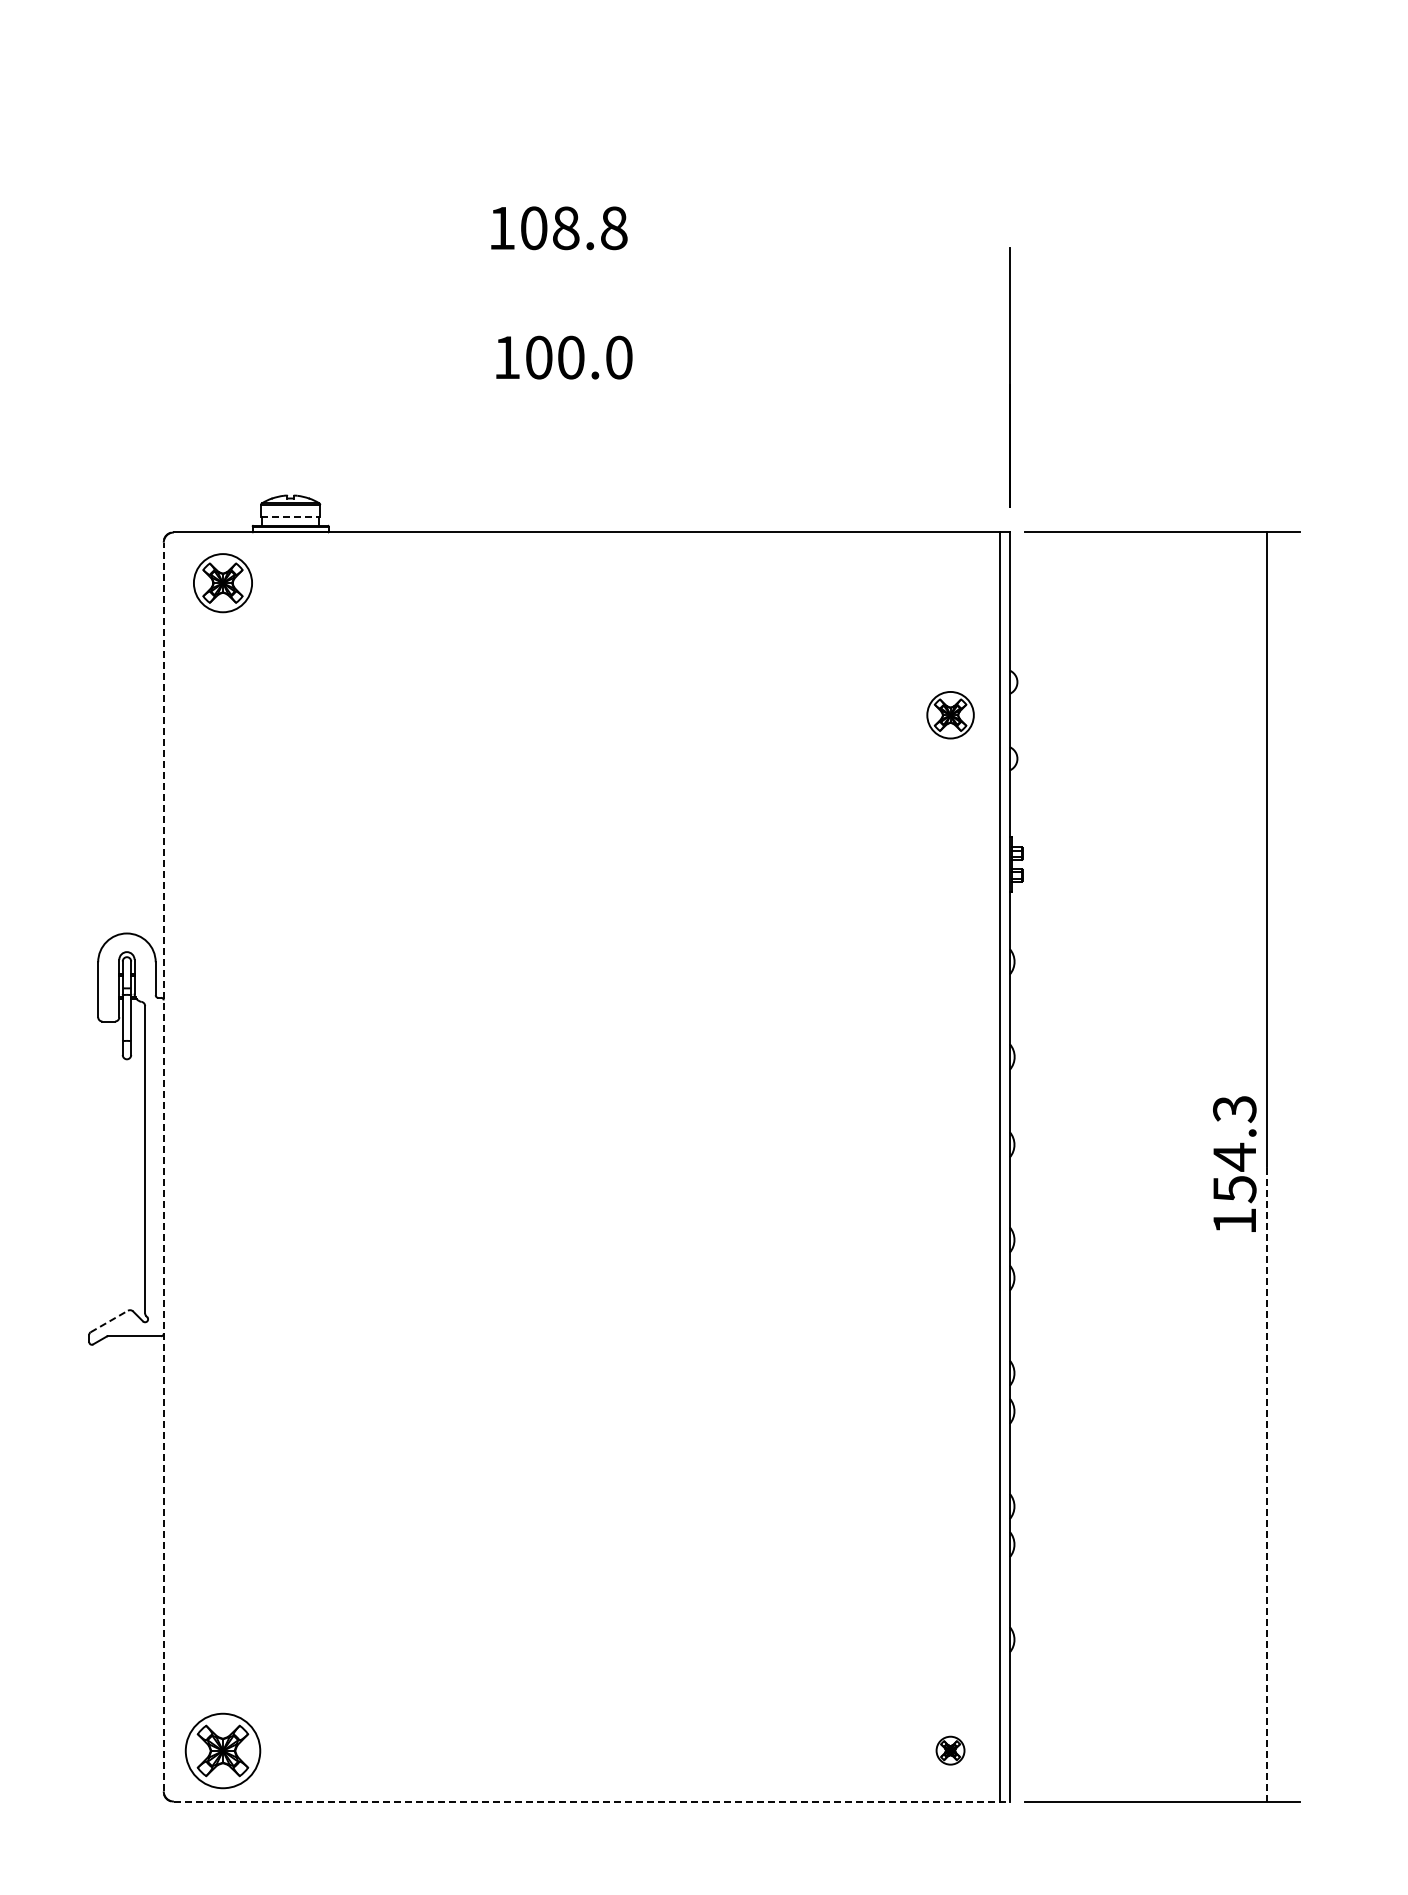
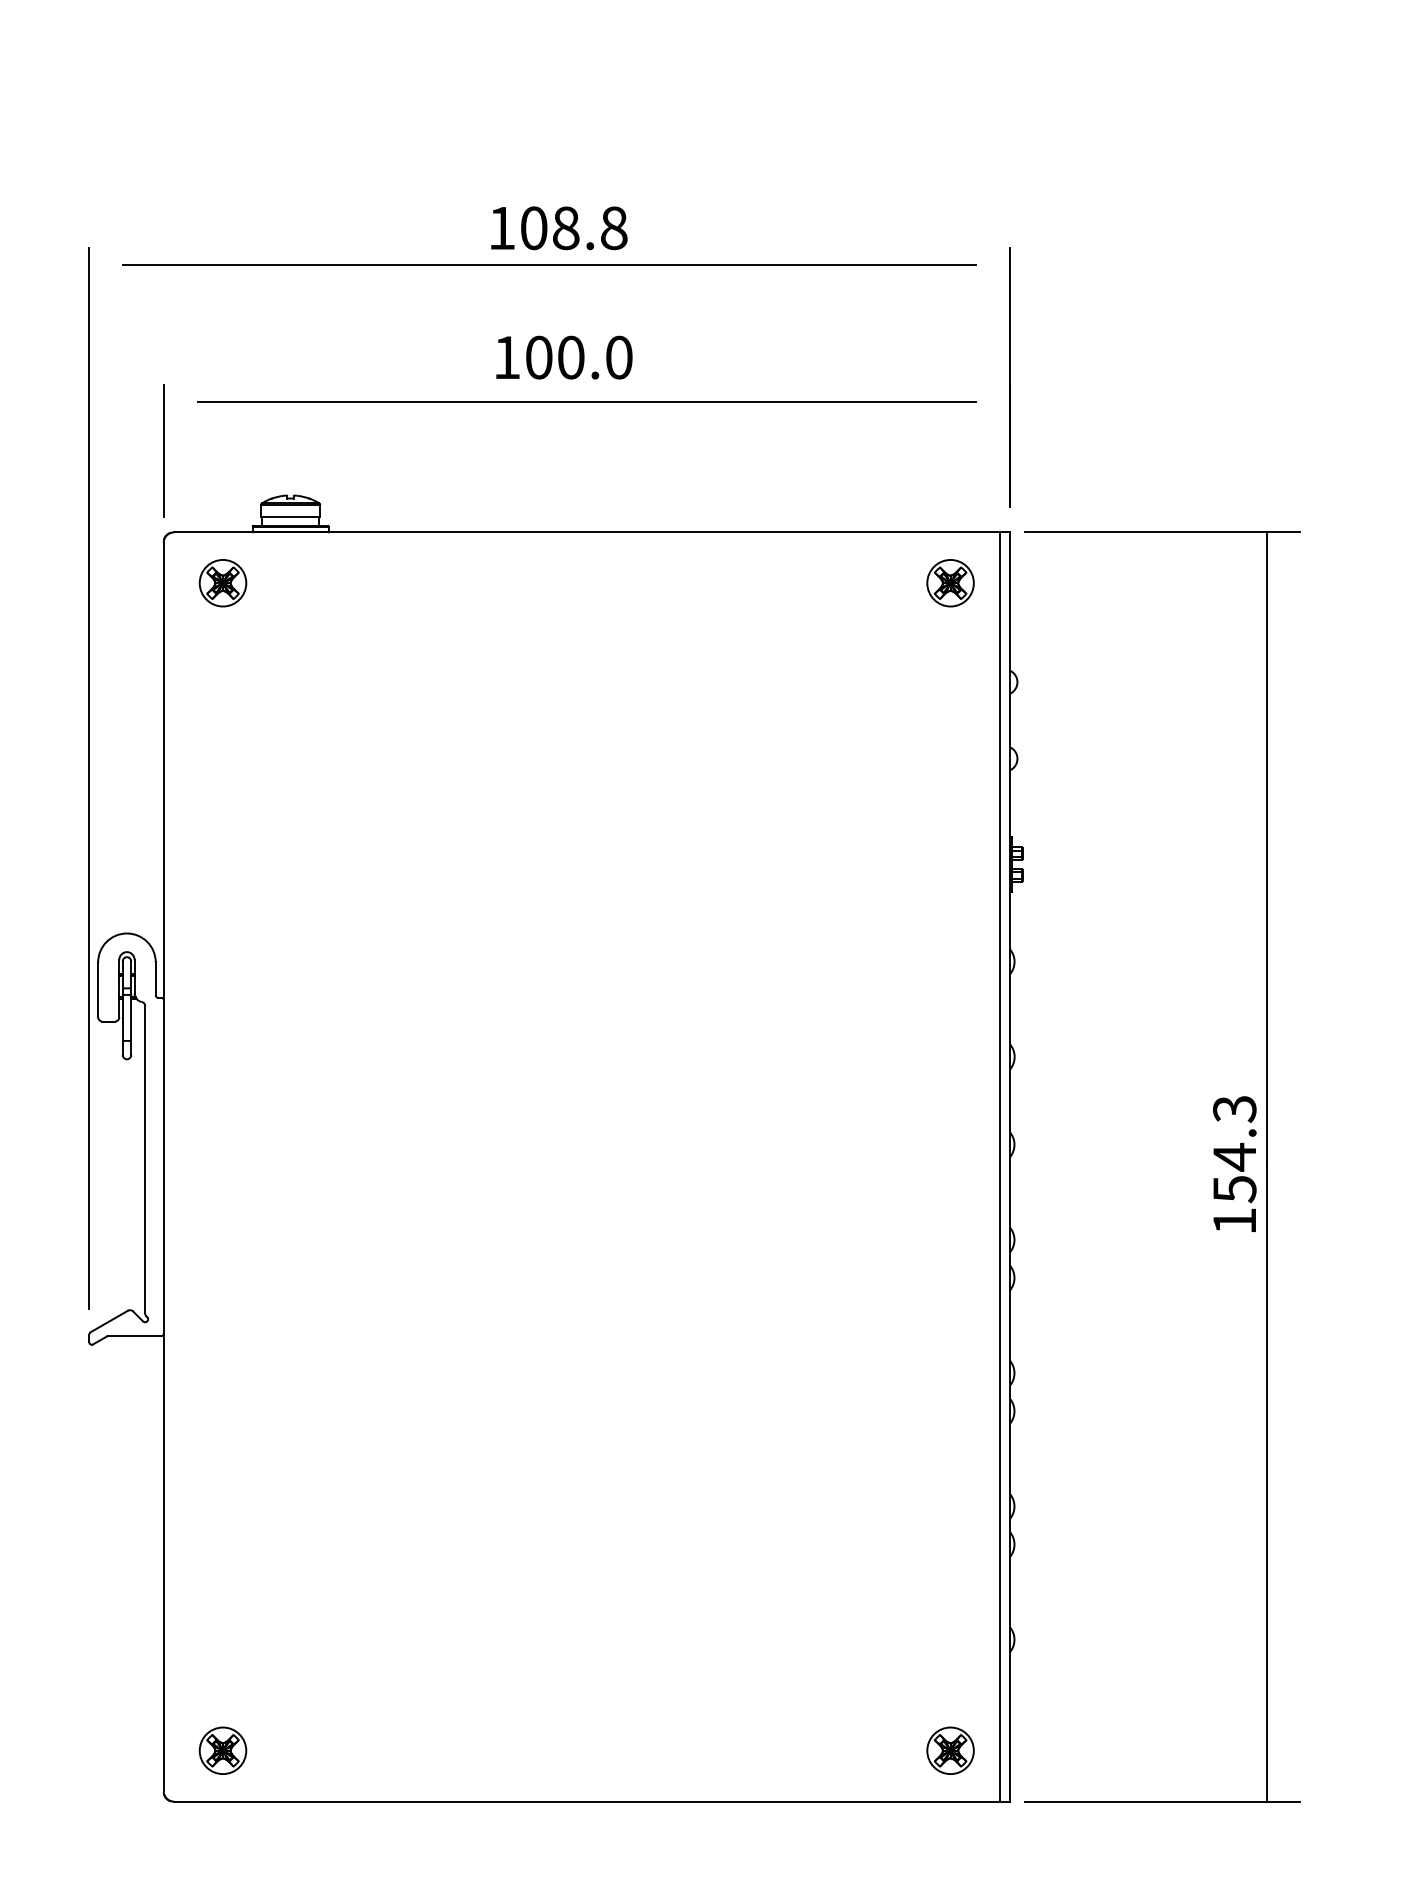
line at (549, 264): none -> present
line at (586, 402): none -> present
line at (163, 451): none -> present
line at (290, 517): dashed -> solid
part at (222, 583) size: 60x61 px -> 50x49 px
part at (950, 715) position: (950, 715) -> (950, 583)
line at (89, 778): none -> present
line at (163, 1166): dashed -> solid
line at (109, 1321): dashed -> solid
line at (1266, 1483): dashed -> solid
part at (222, 1750) size: 78x78 px -> 50x49 px
part at (950, 1750) size: 31x31 px -> 49x49 px
line at (591, 1801): dashed -> solid
